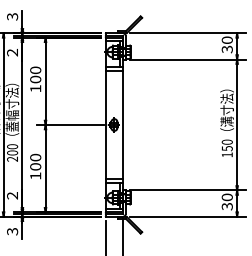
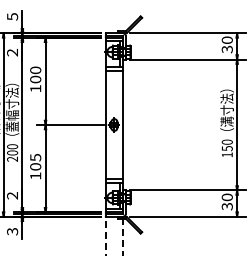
text at (12, 16): 3 -> 5
text at (35, 157): 100 -> 105
line at (123, 237): solid -> dashed
line at (105, 238): solid -> dashed
